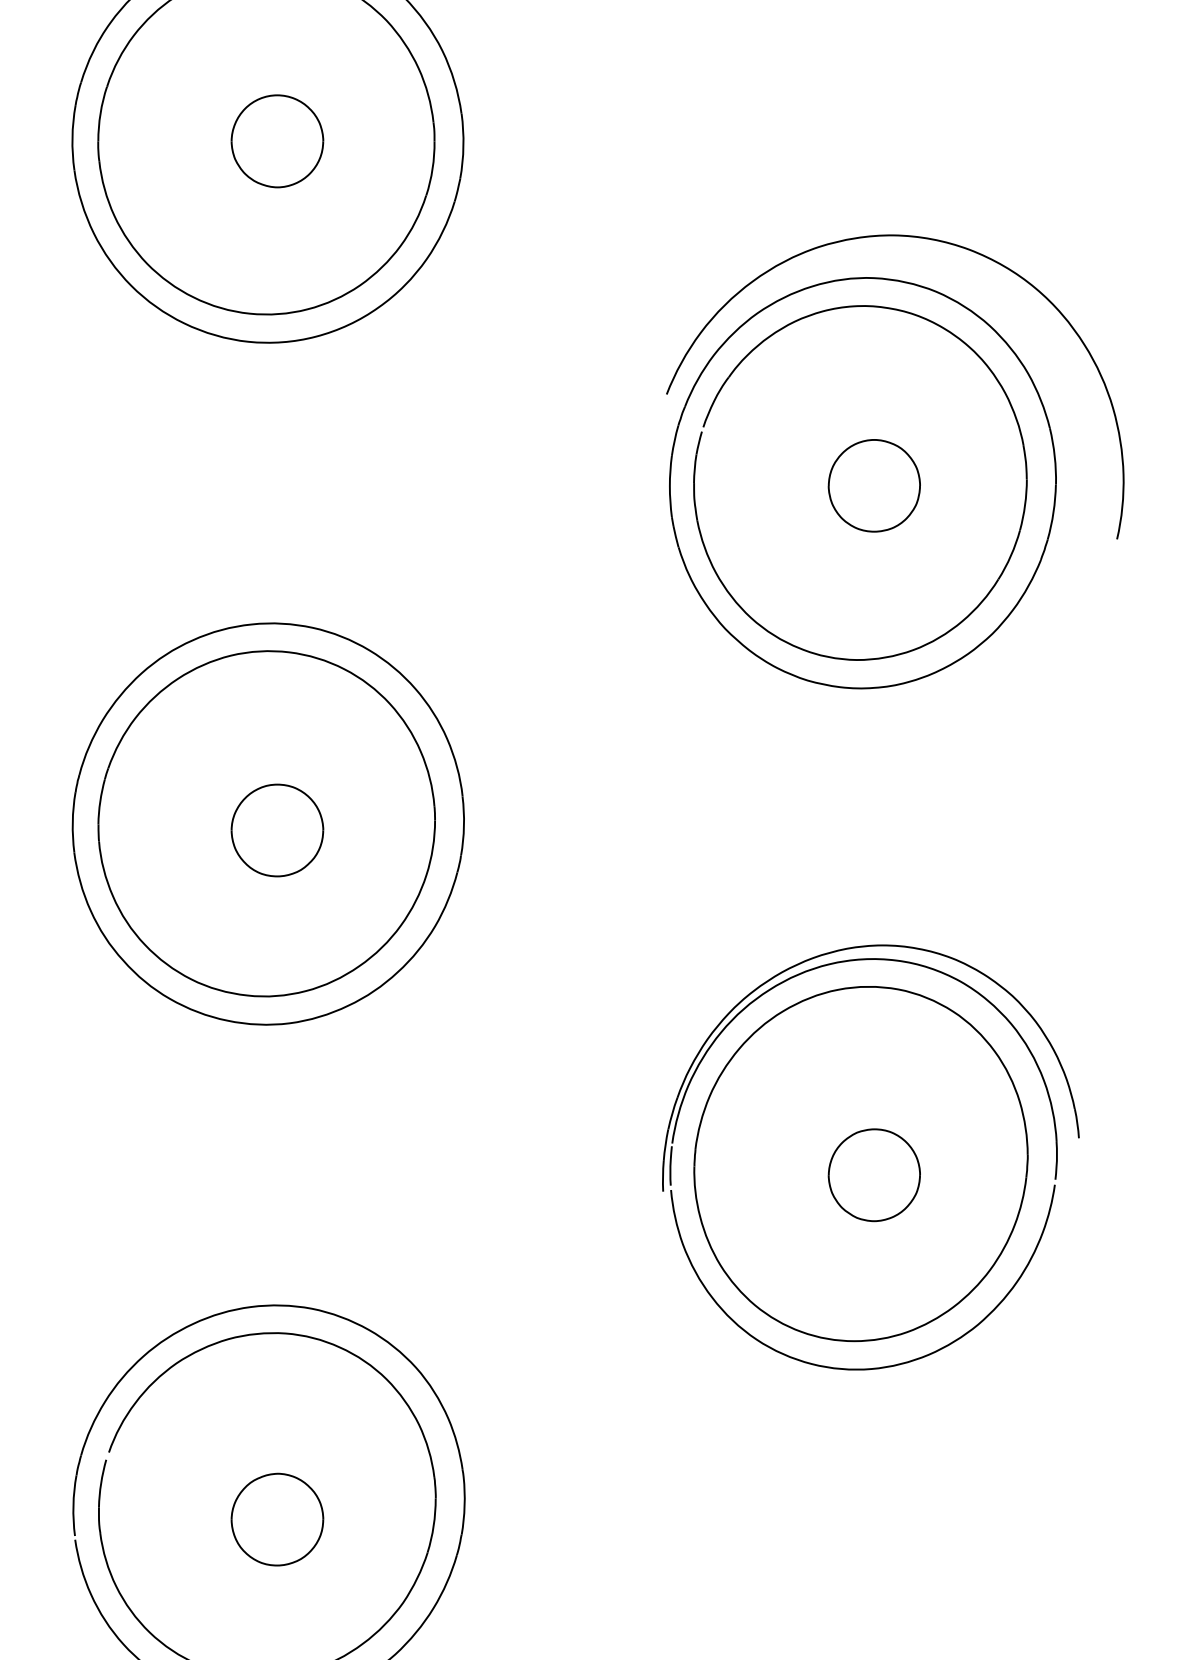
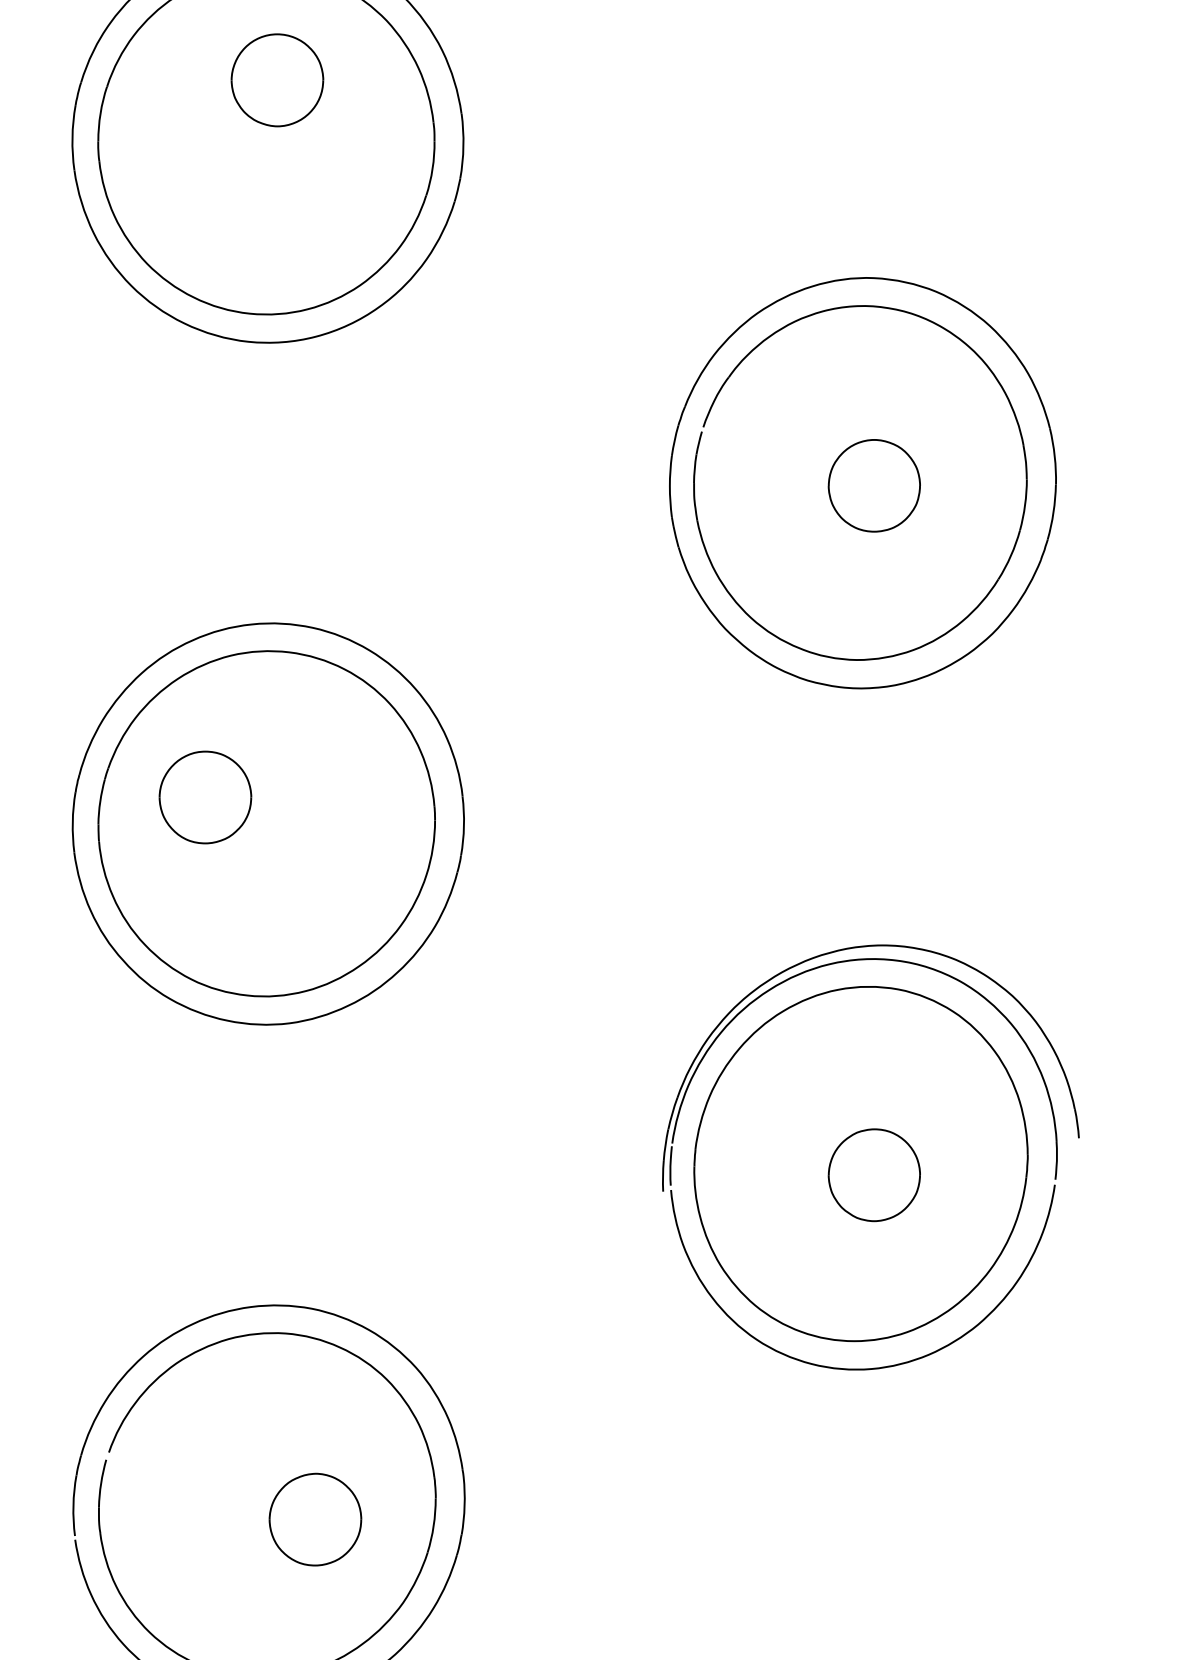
part at (277, 141) position: (277, 141) -> (277, 80)
curve at (909, 237): present -> none
part at (277, 830) position: (277, 830) -> (205, 797)
part at (277, 1519) position: (277, 1519) -> (315, 1519)
